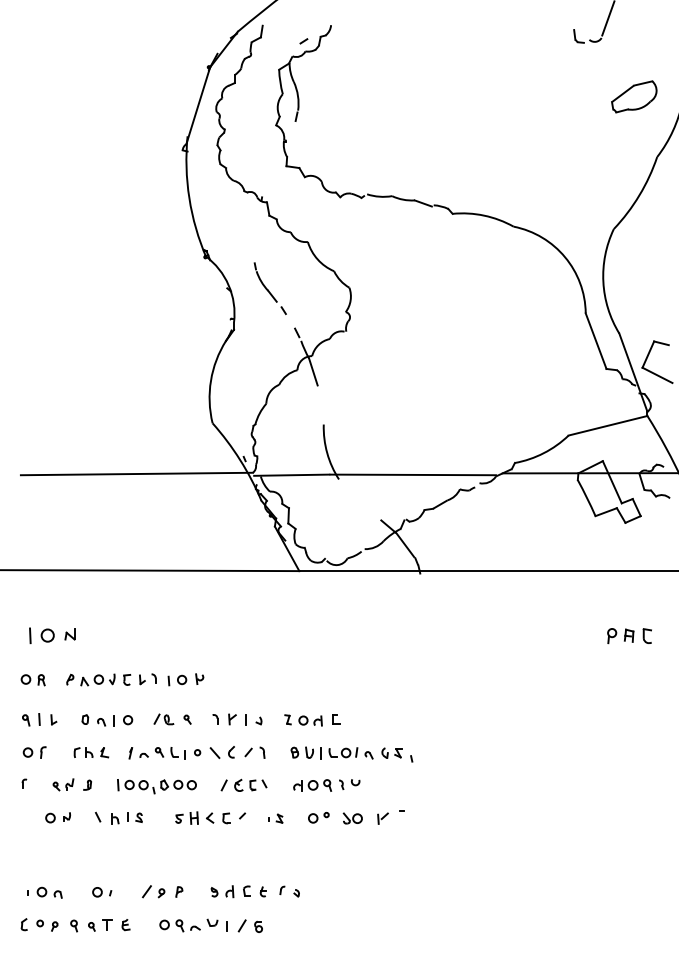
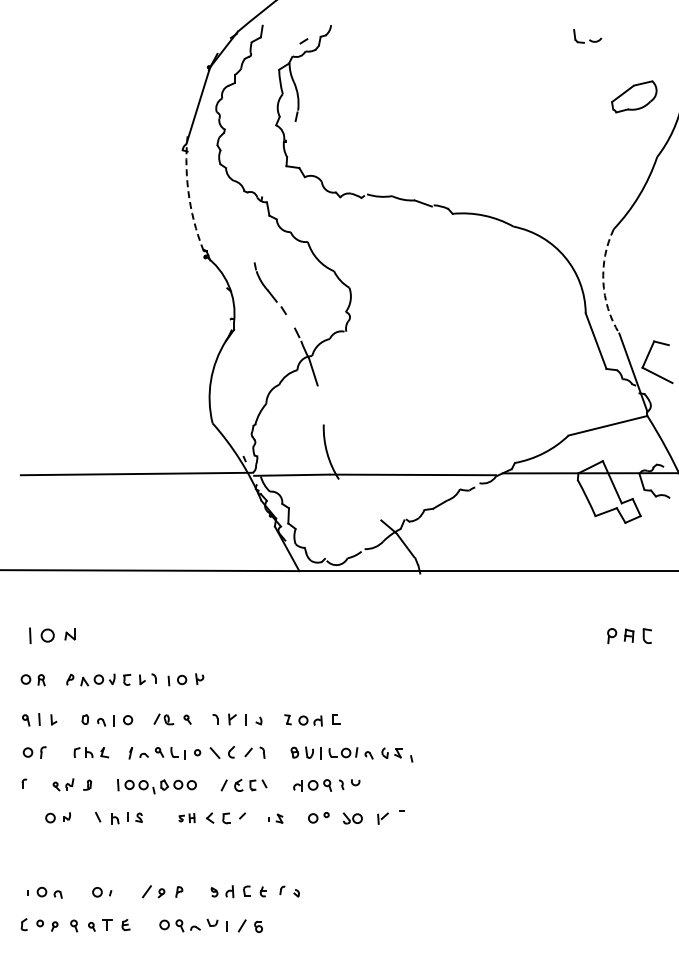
line at (608, 18): present -> none
arc at (189, 198): solid -> dashed
arc at (603, 282): solid -> dashed
part at (186, 817) size: 24x14 px -> 18x11 px
